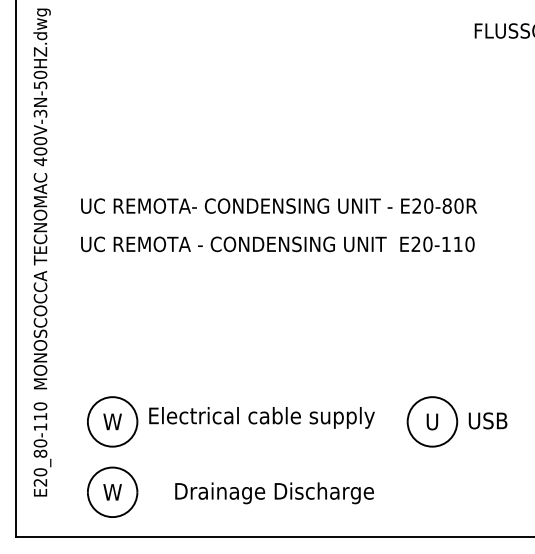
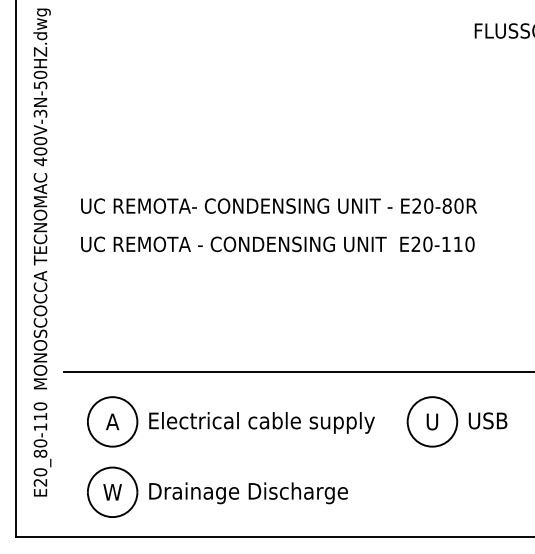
line at (297, 372): none -> present
text at (261, 417) position: (261, 417) -> (261, 422)
text at (112, 421): W -> A
text at (274, 493) position: (274, 493) -> (248, 493)
